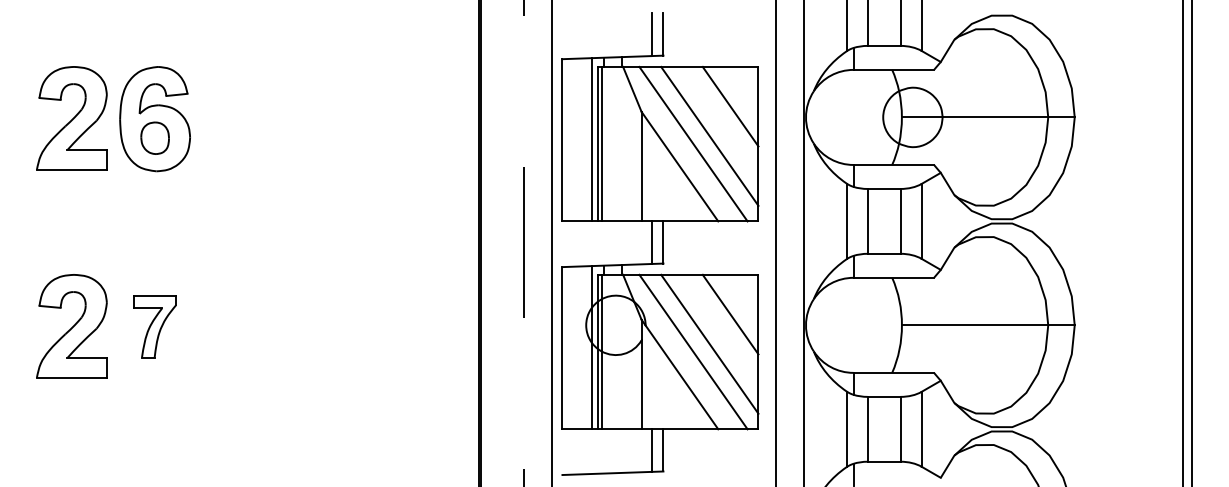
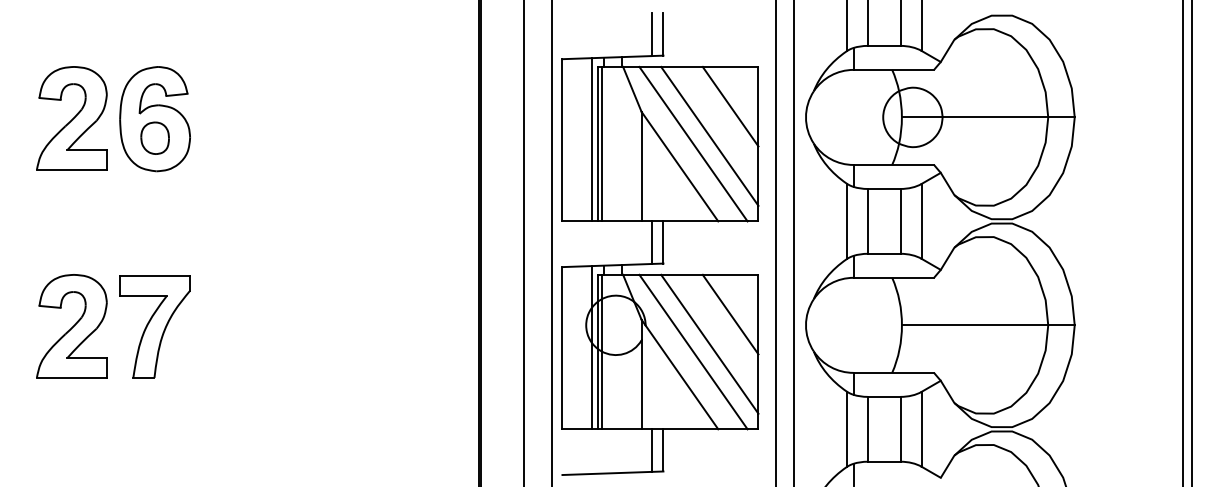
line at (804, 242) position: (804, 242) -> (794, 242)
line at (524, 243): dashed -> solid
part at (154, 326) size: 44x64 px -> 72x104 px
